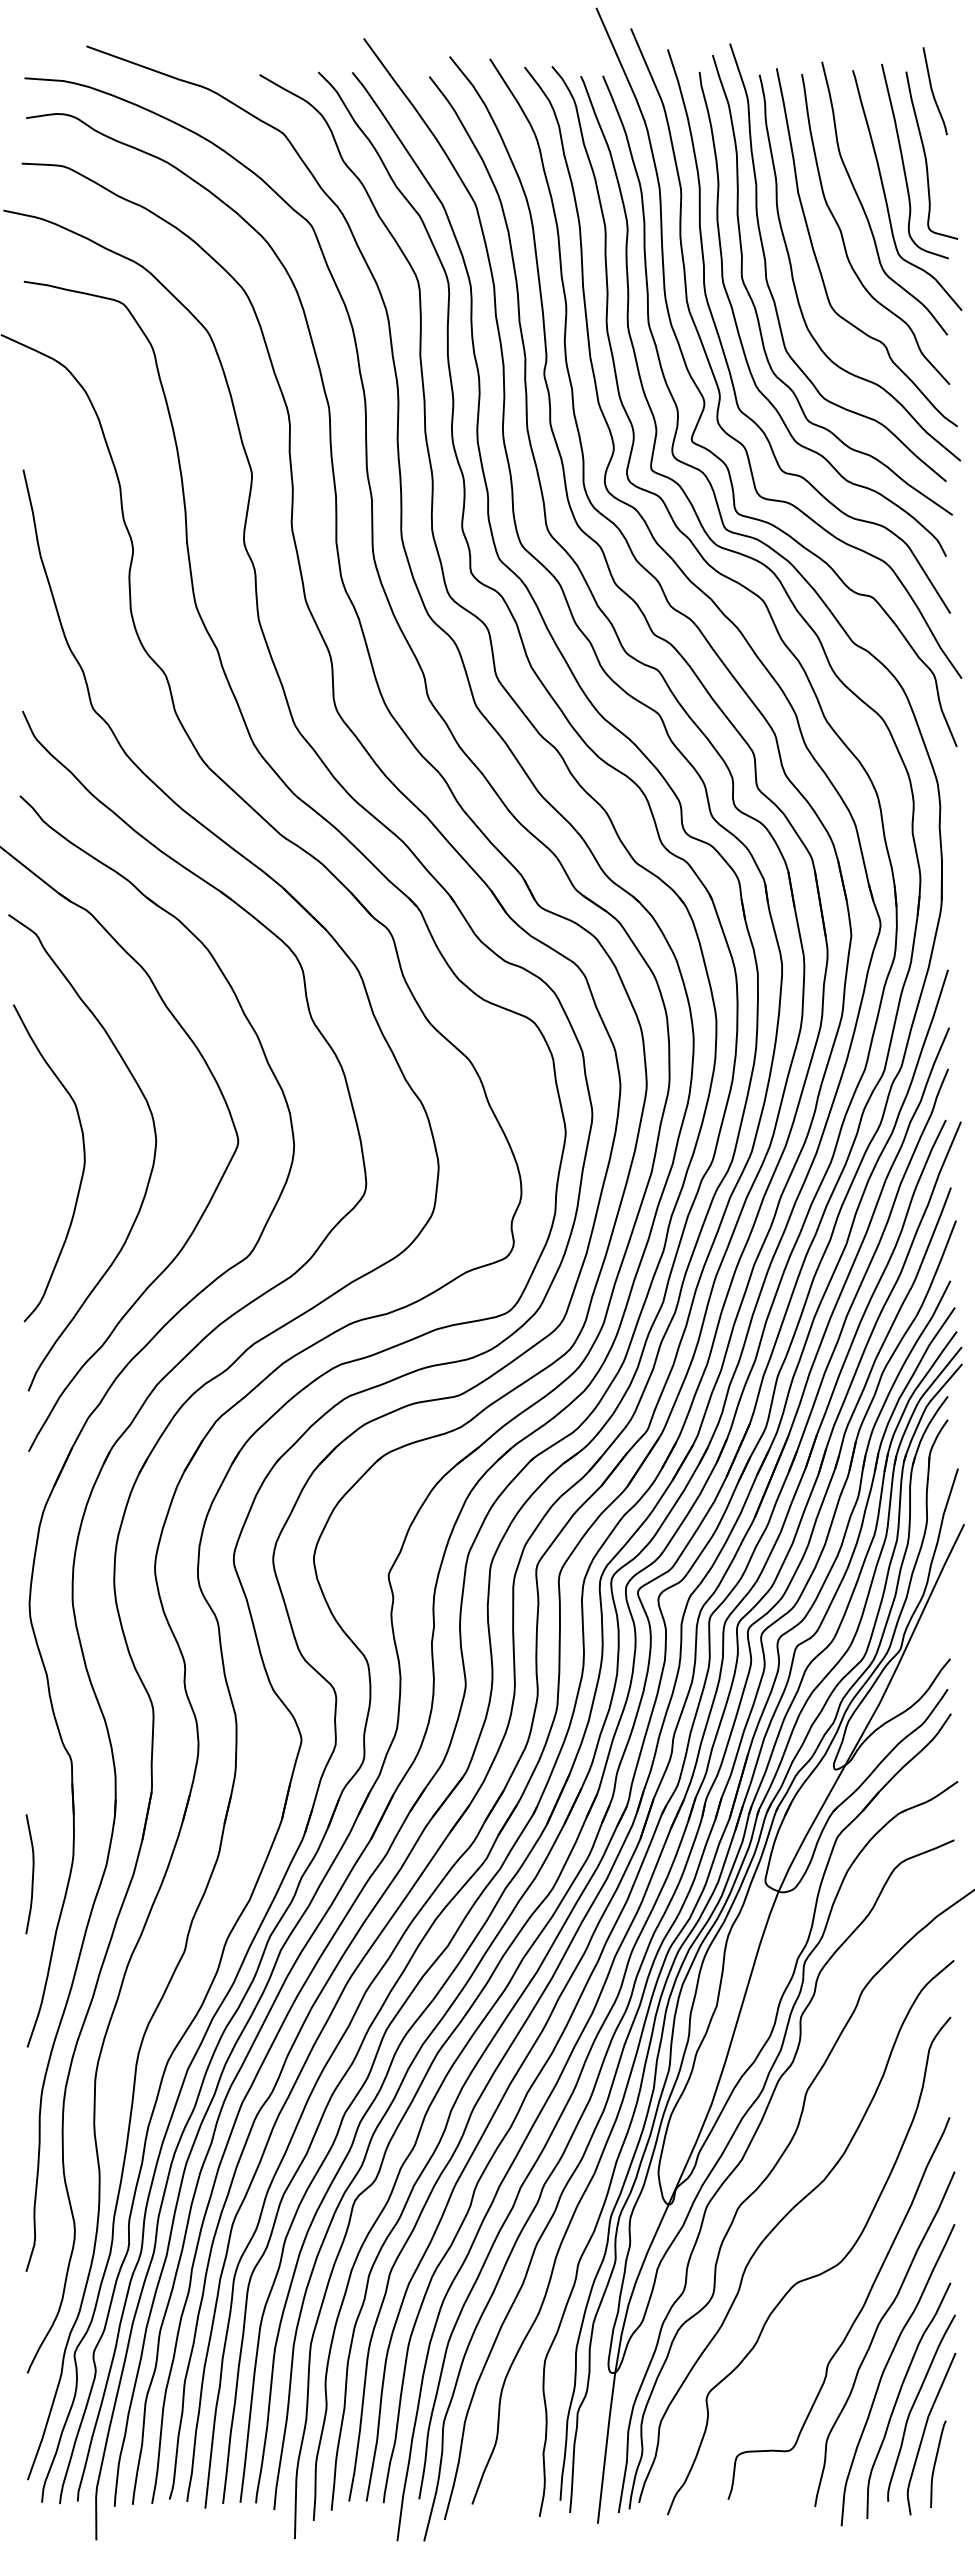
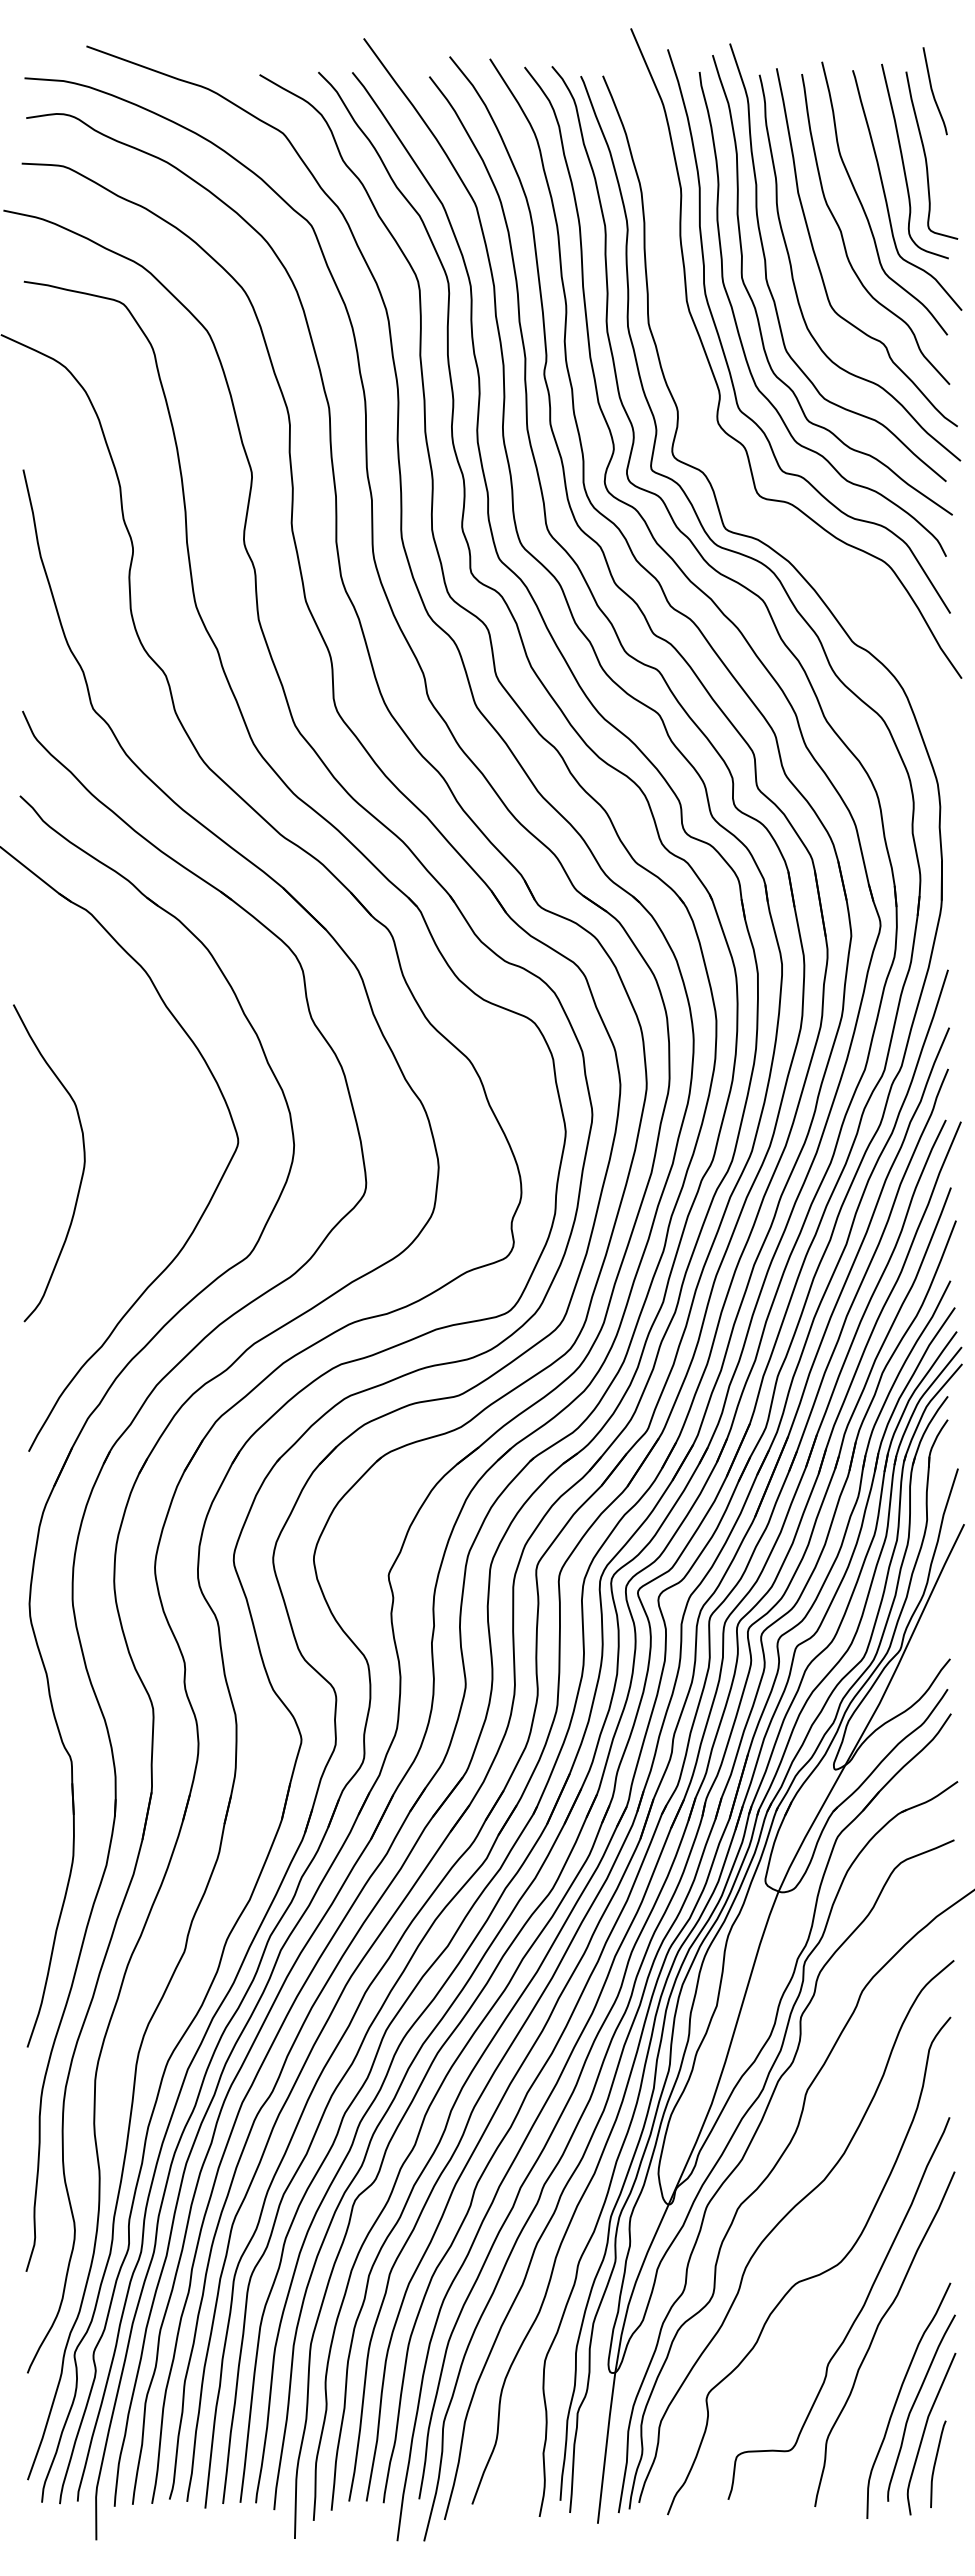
curve at (705, 401): present -> none
curve at (150, 1171): present -> none
curve at (32, 1874): present -> none
curve at (884, 2372): present -> none
